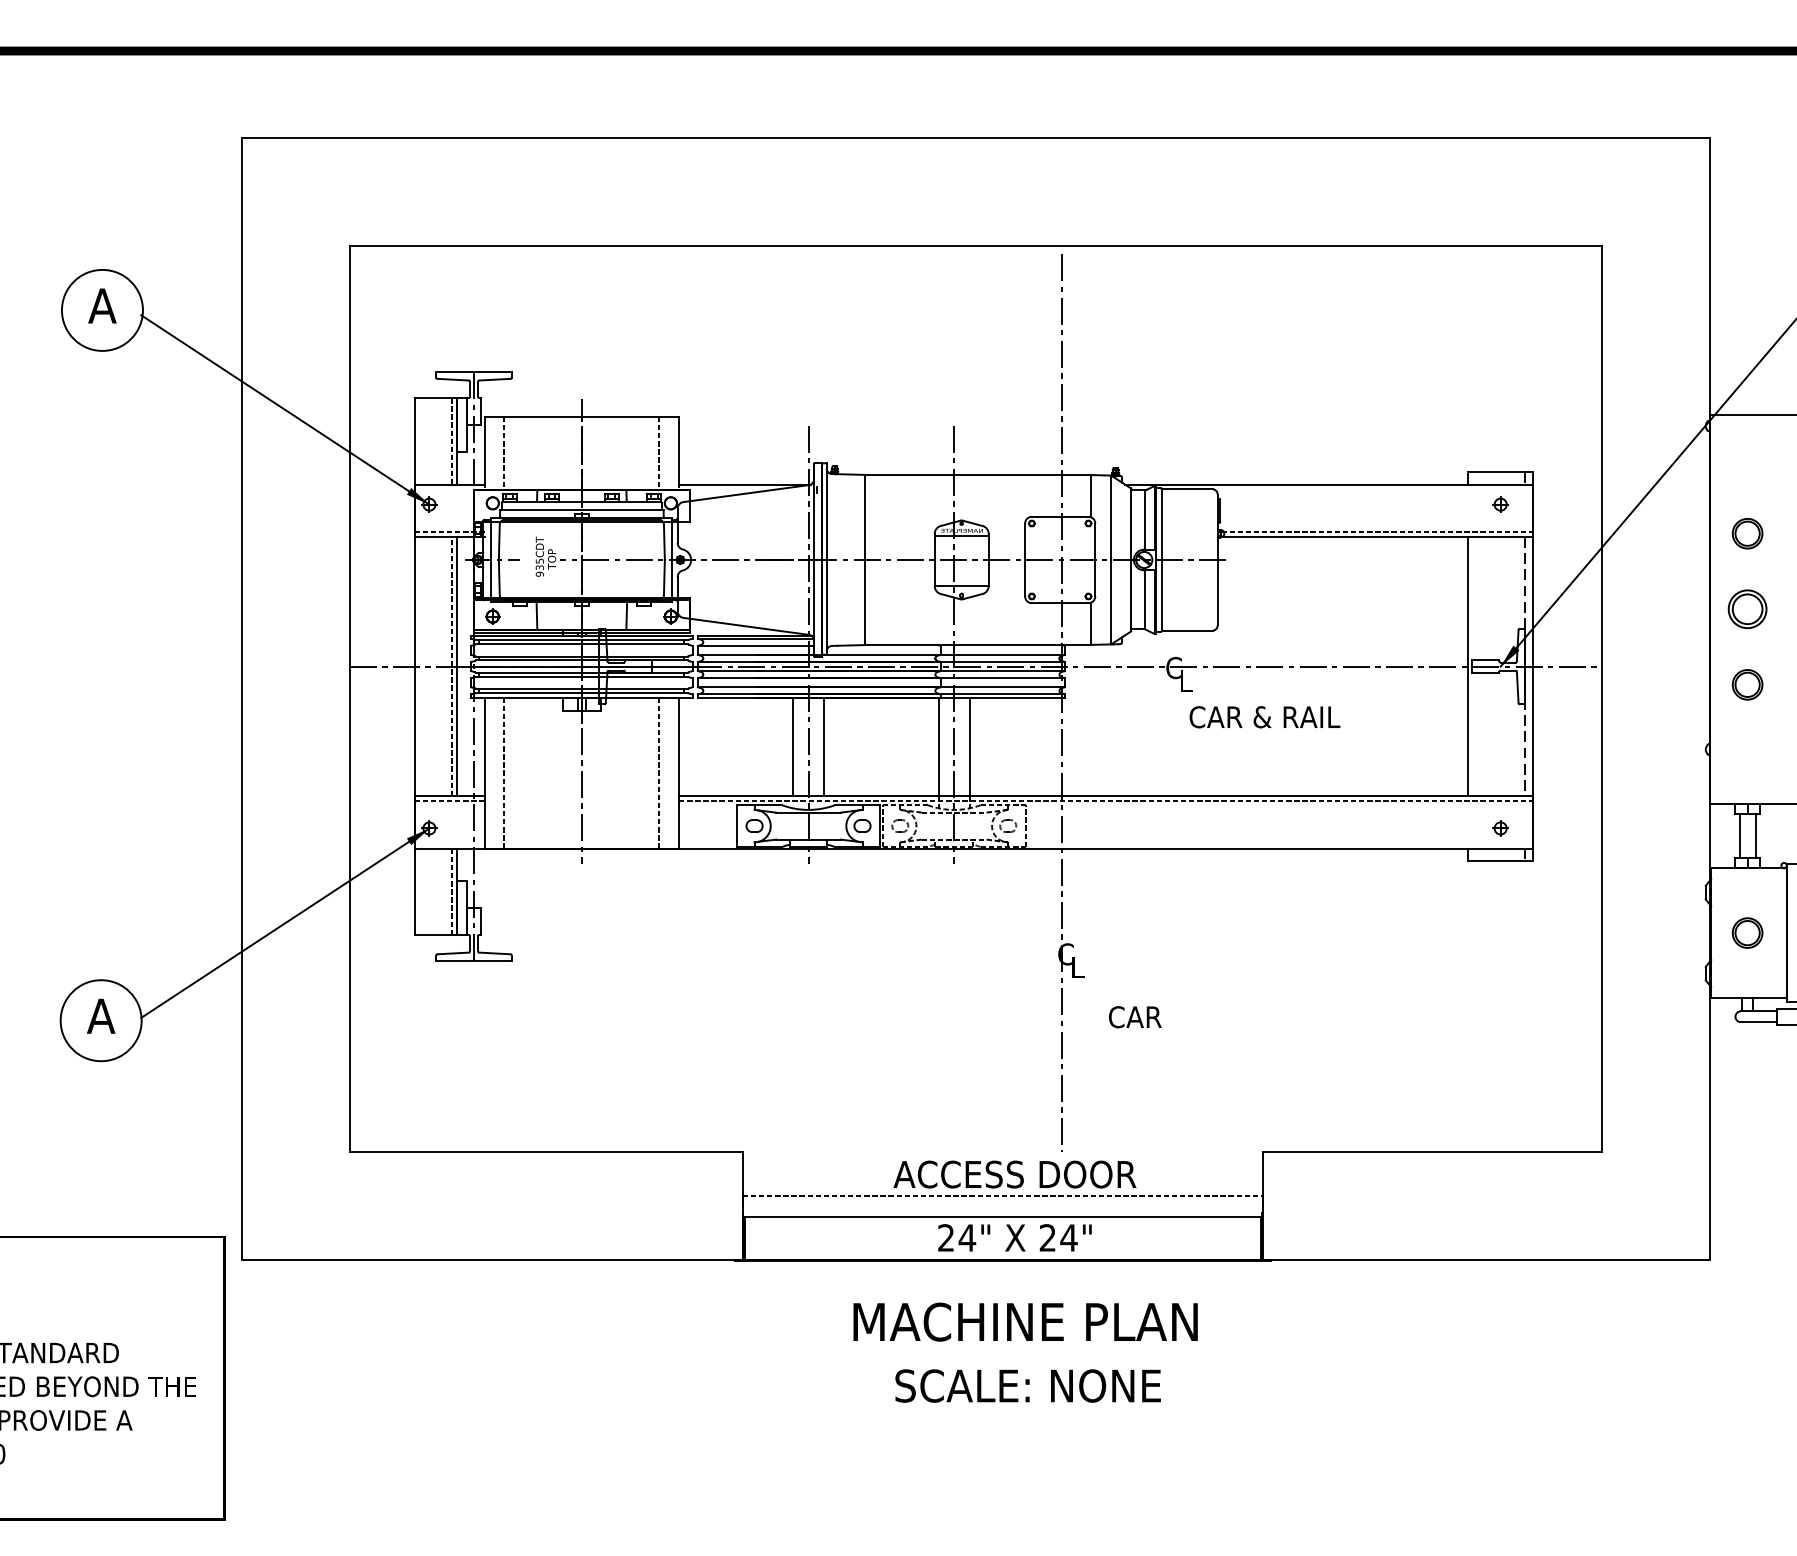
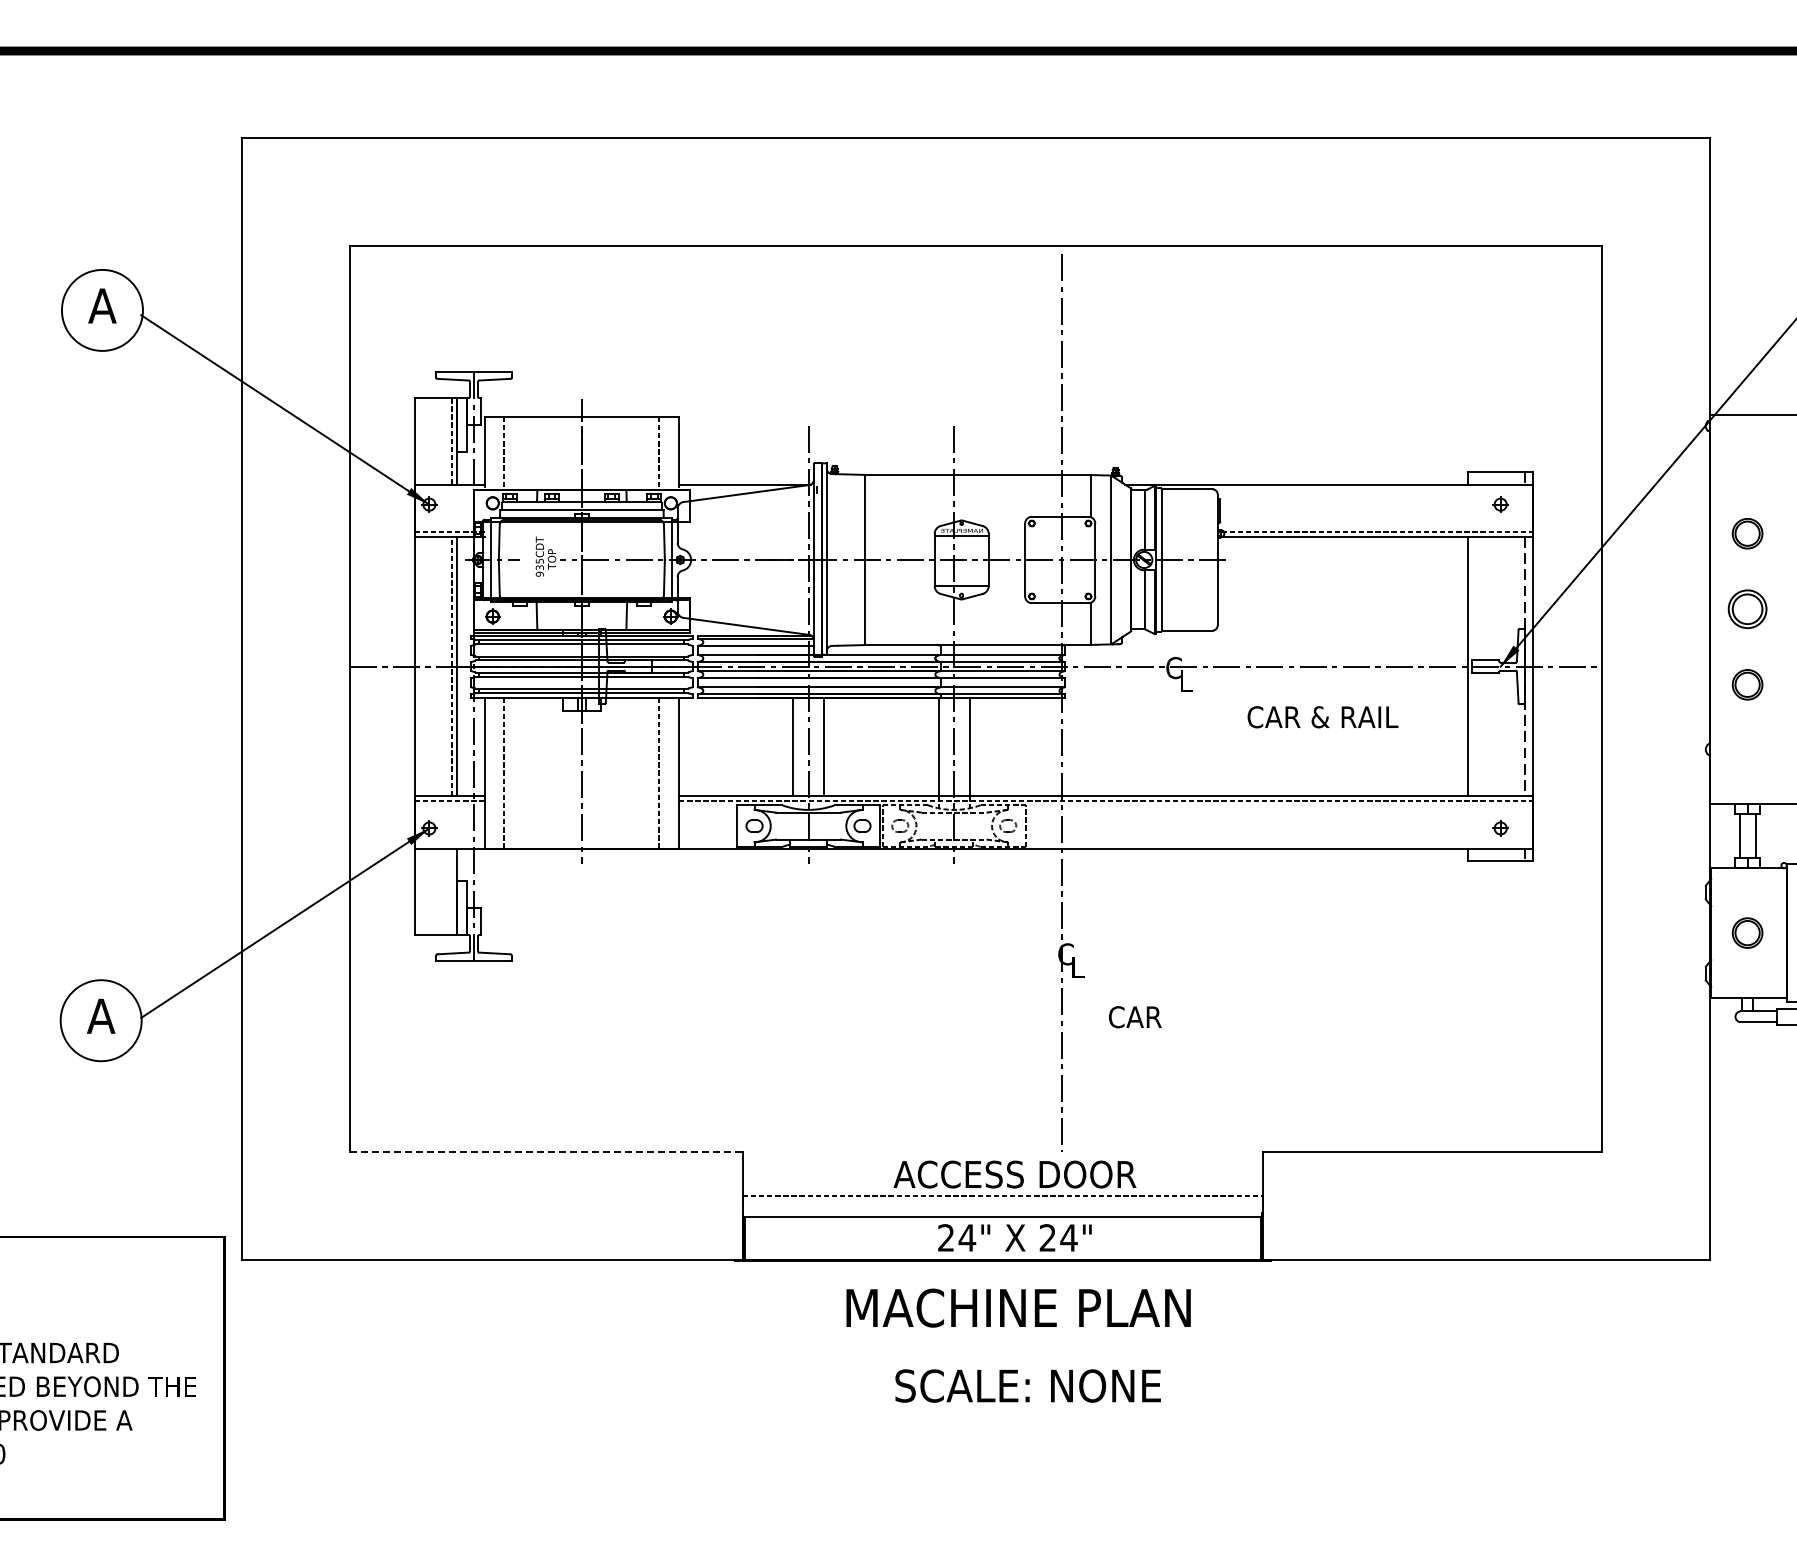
text at (1264, 717) position: (1264, 717) -> (1322, 717)
line at (452, 891): present -> none
line at (546, 1152): solid -> dashed
text at (1025, 1321) position: (1025, 1321) -> (1018, 1307)
